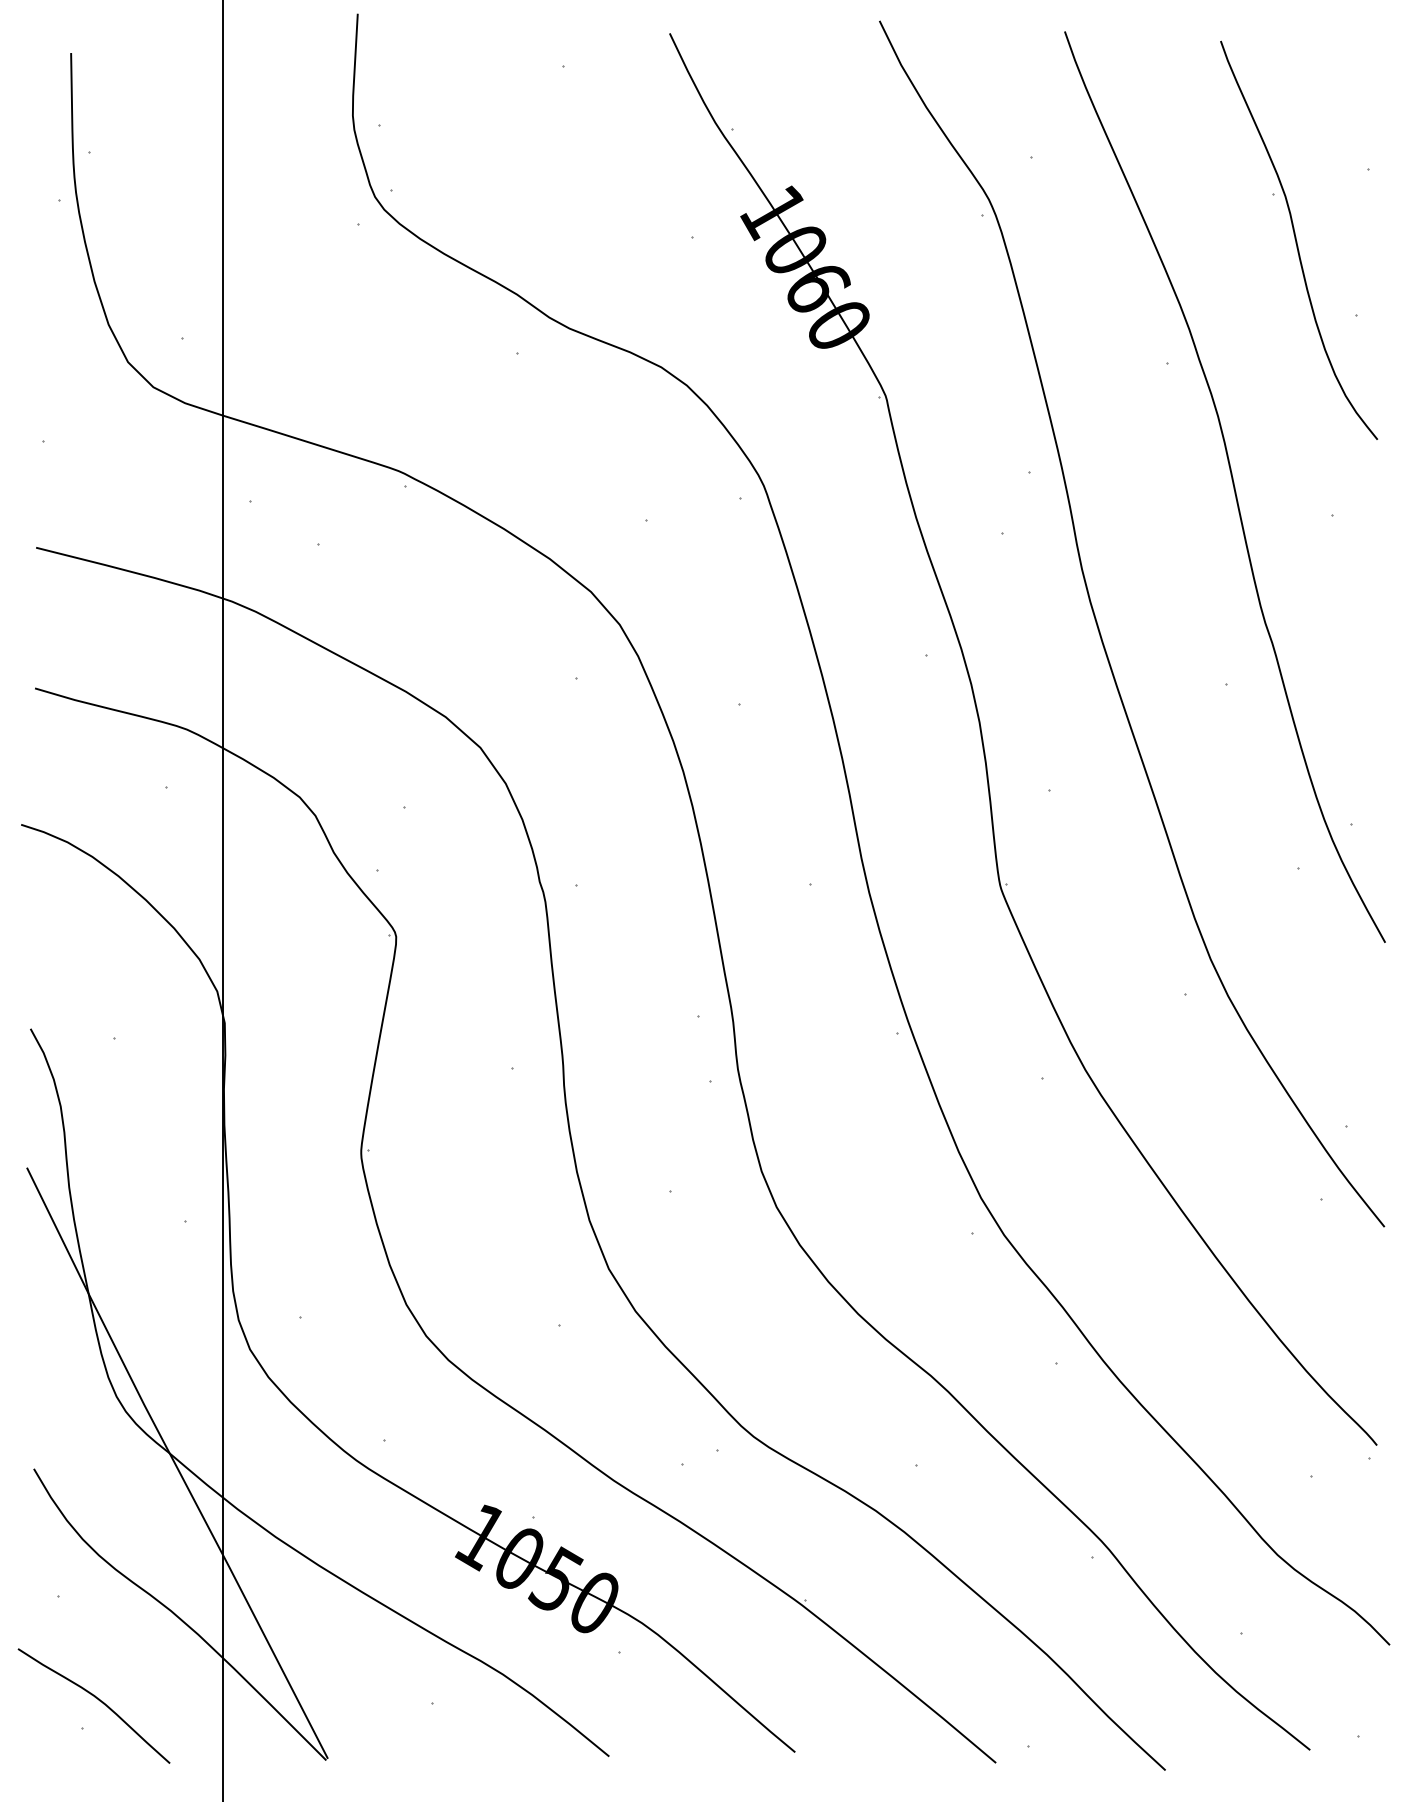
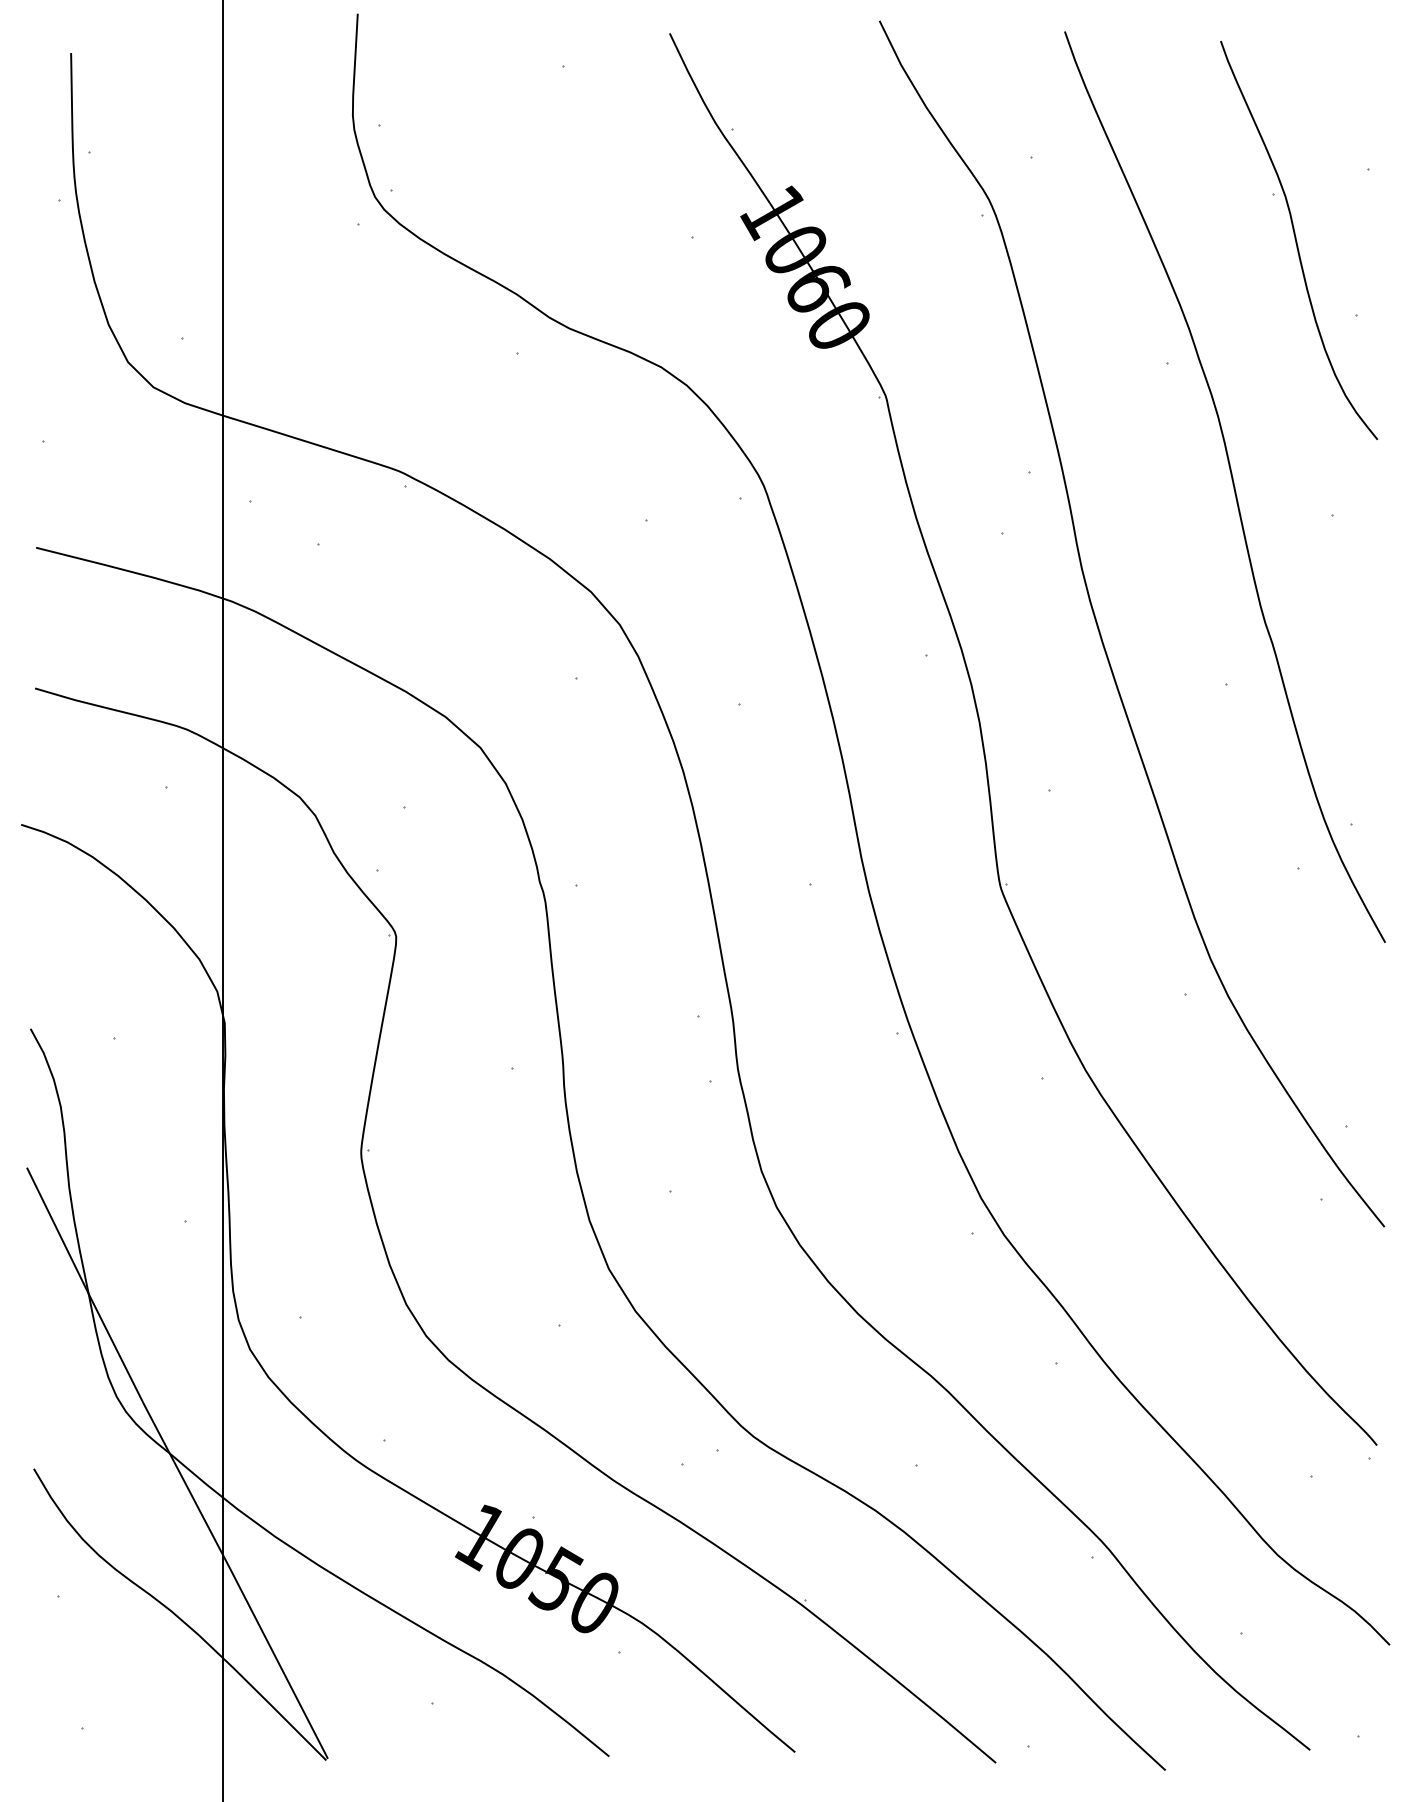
curve at (98, 1700): present -> none
